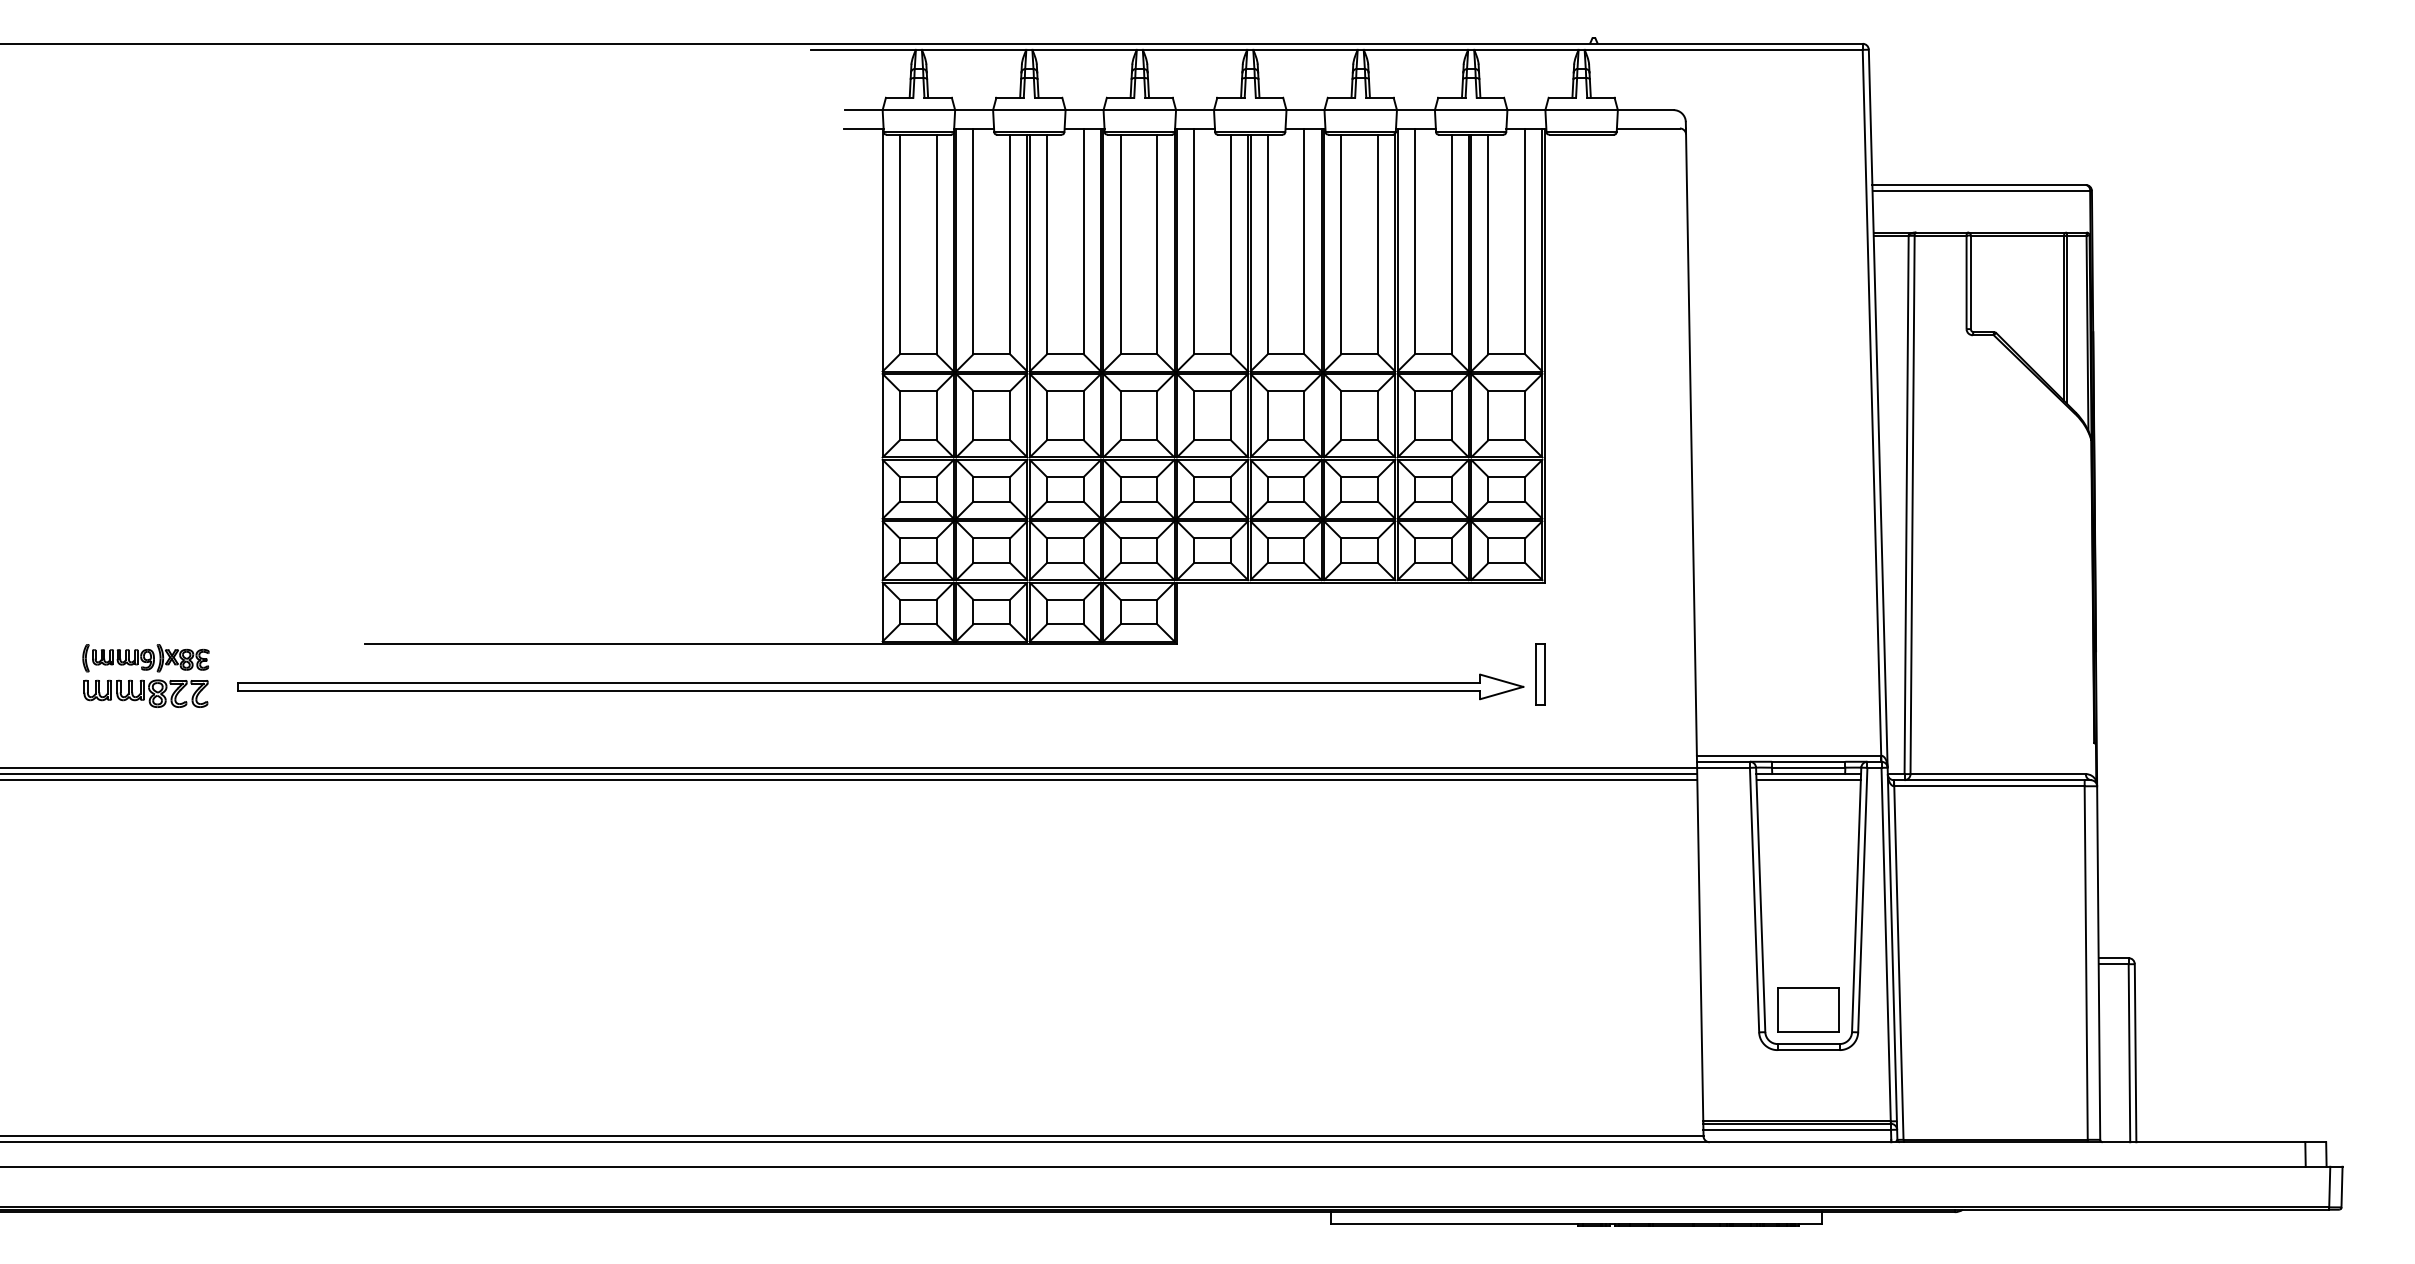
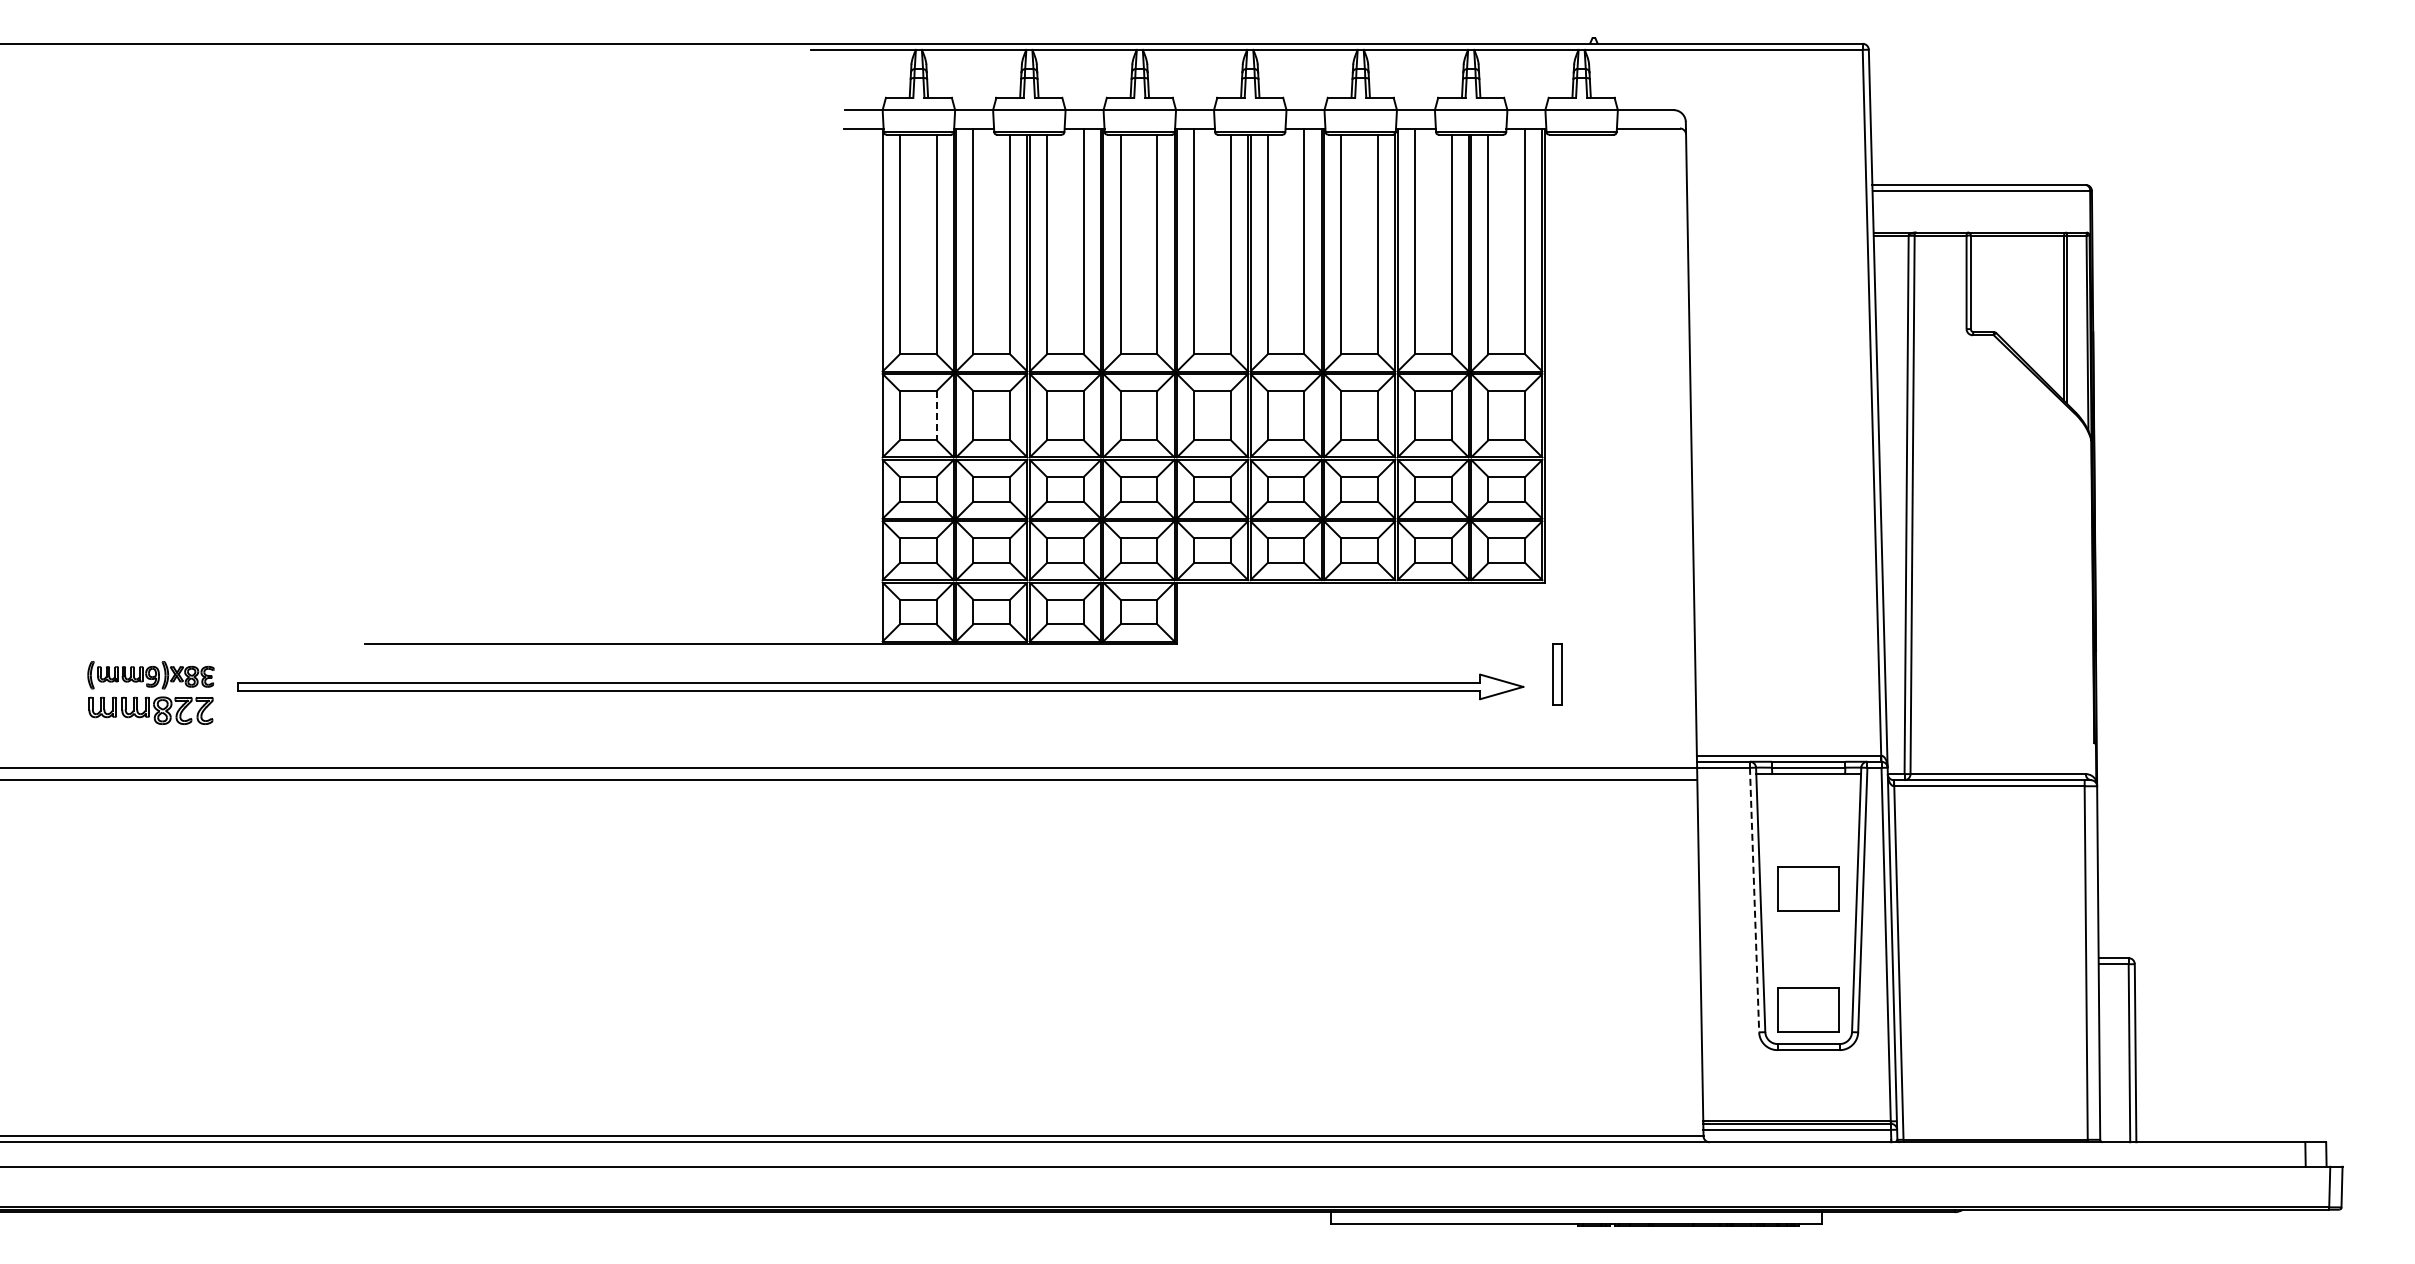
line at (936, 415): solid -> dashed
part at (1540, 674) position: (1540, 674) -> (1557, 674)
part at (145, 675) position: (145, 675) -> (150, 692)
line at (849, 774): present -> none
line at (1808, 780): present -> none
part at (1808, 888): none -> present
line at (1754, 900): solid -> dashed
